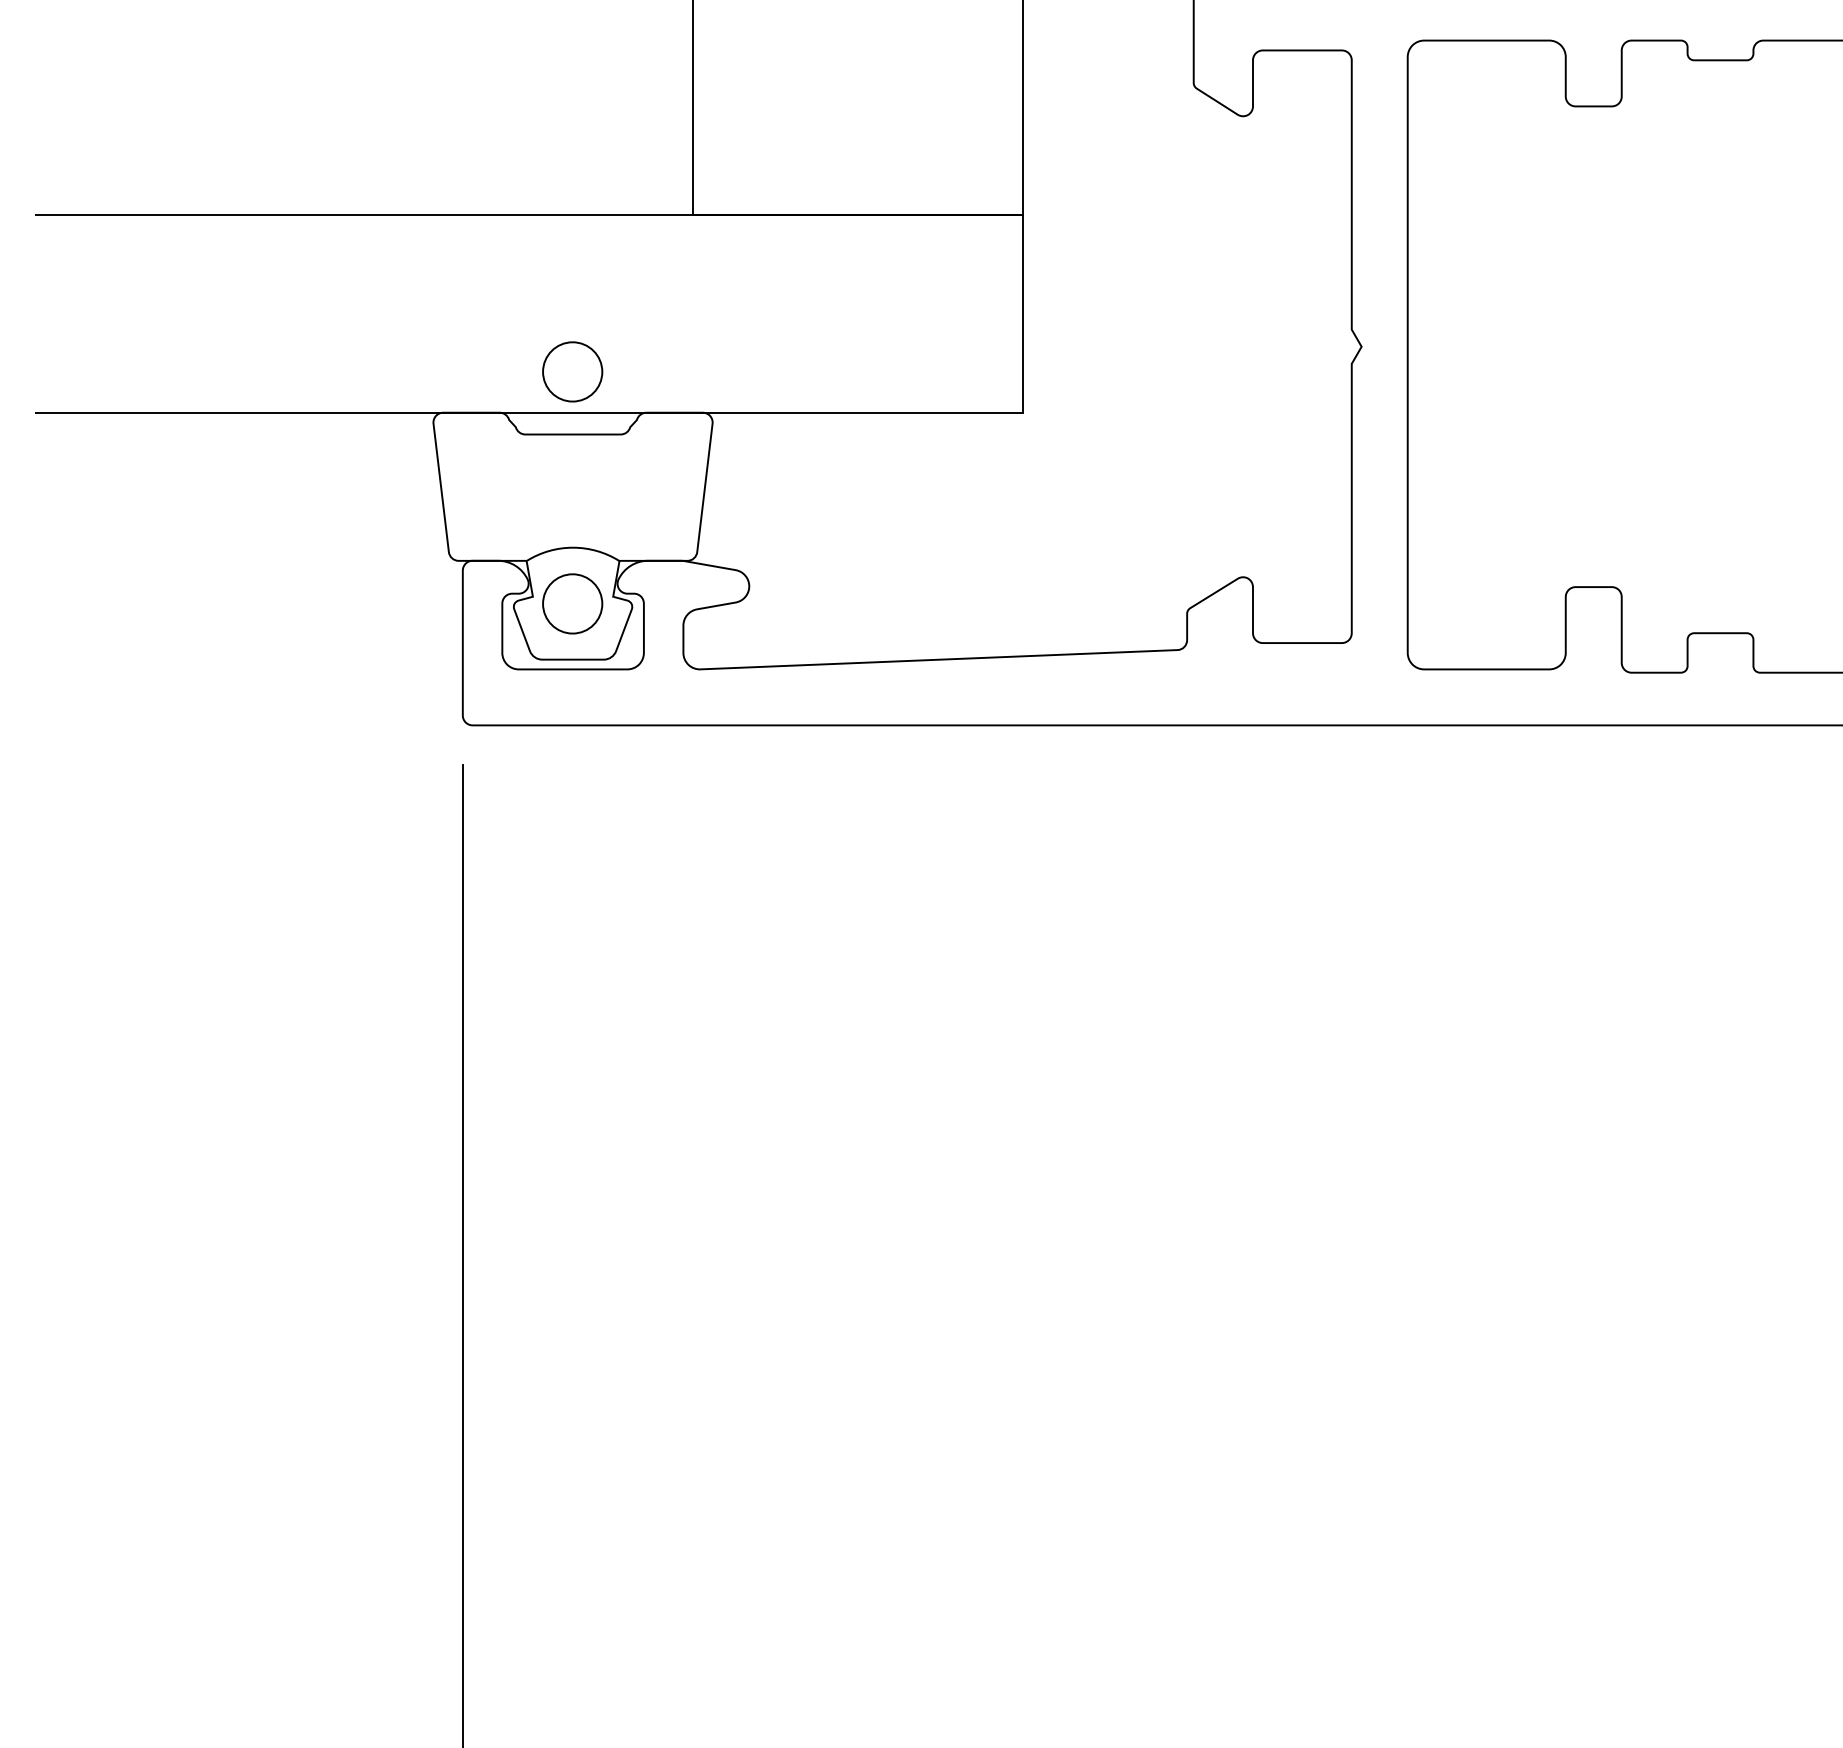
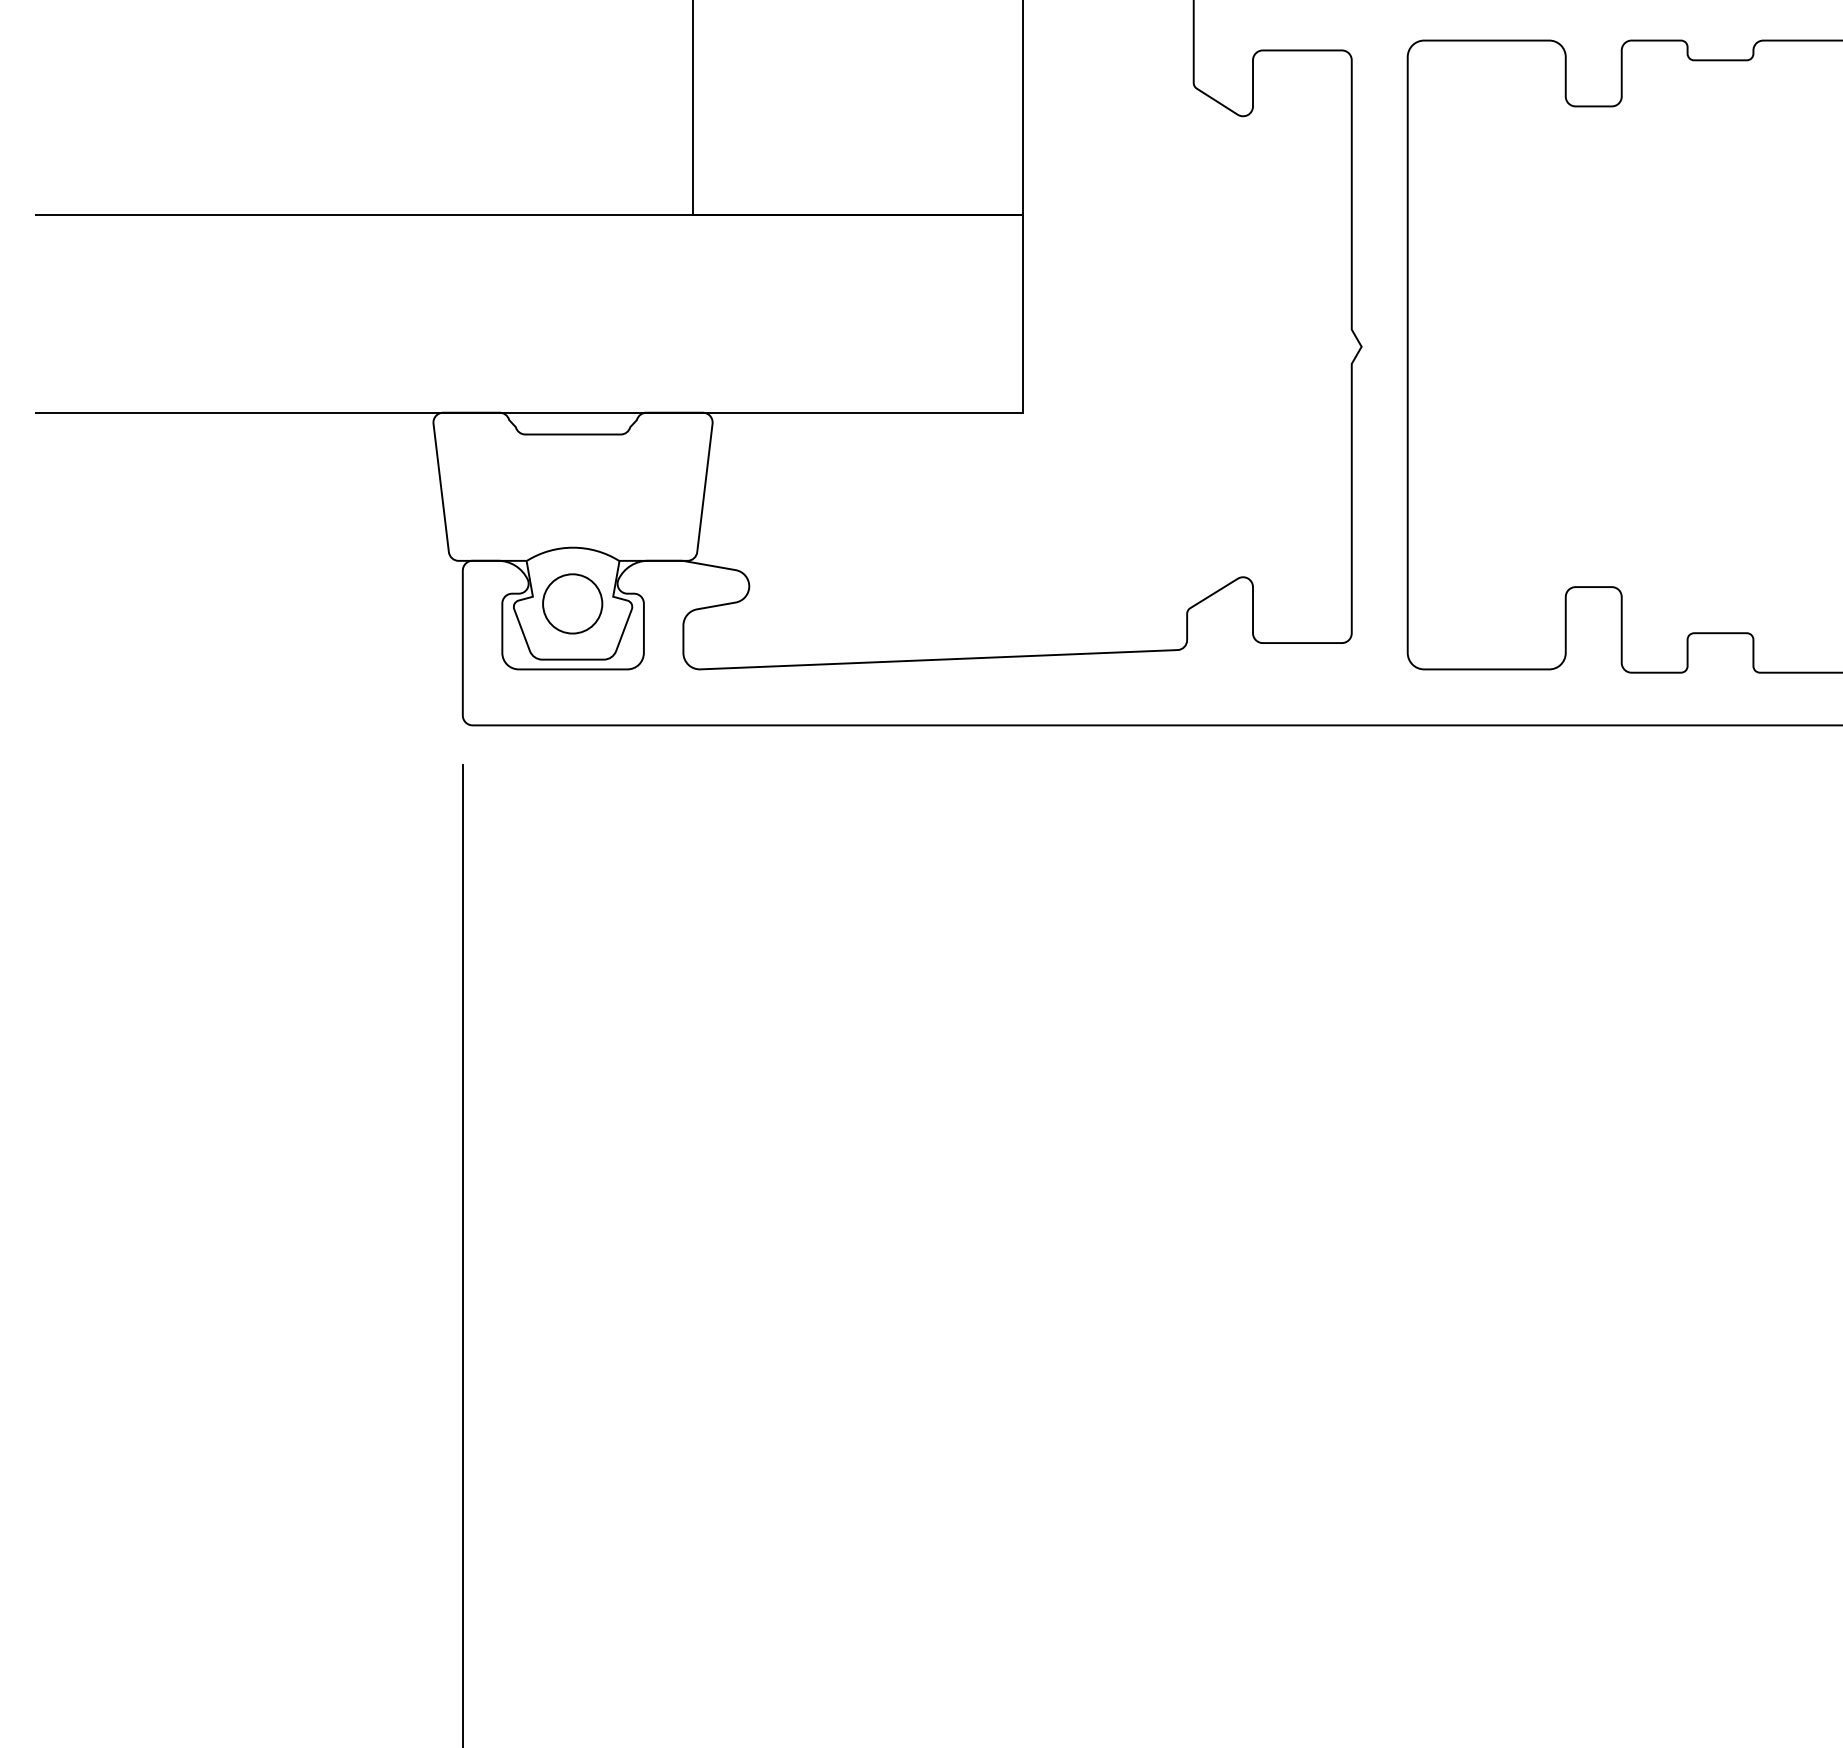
circle at (572, 371): present -> none
